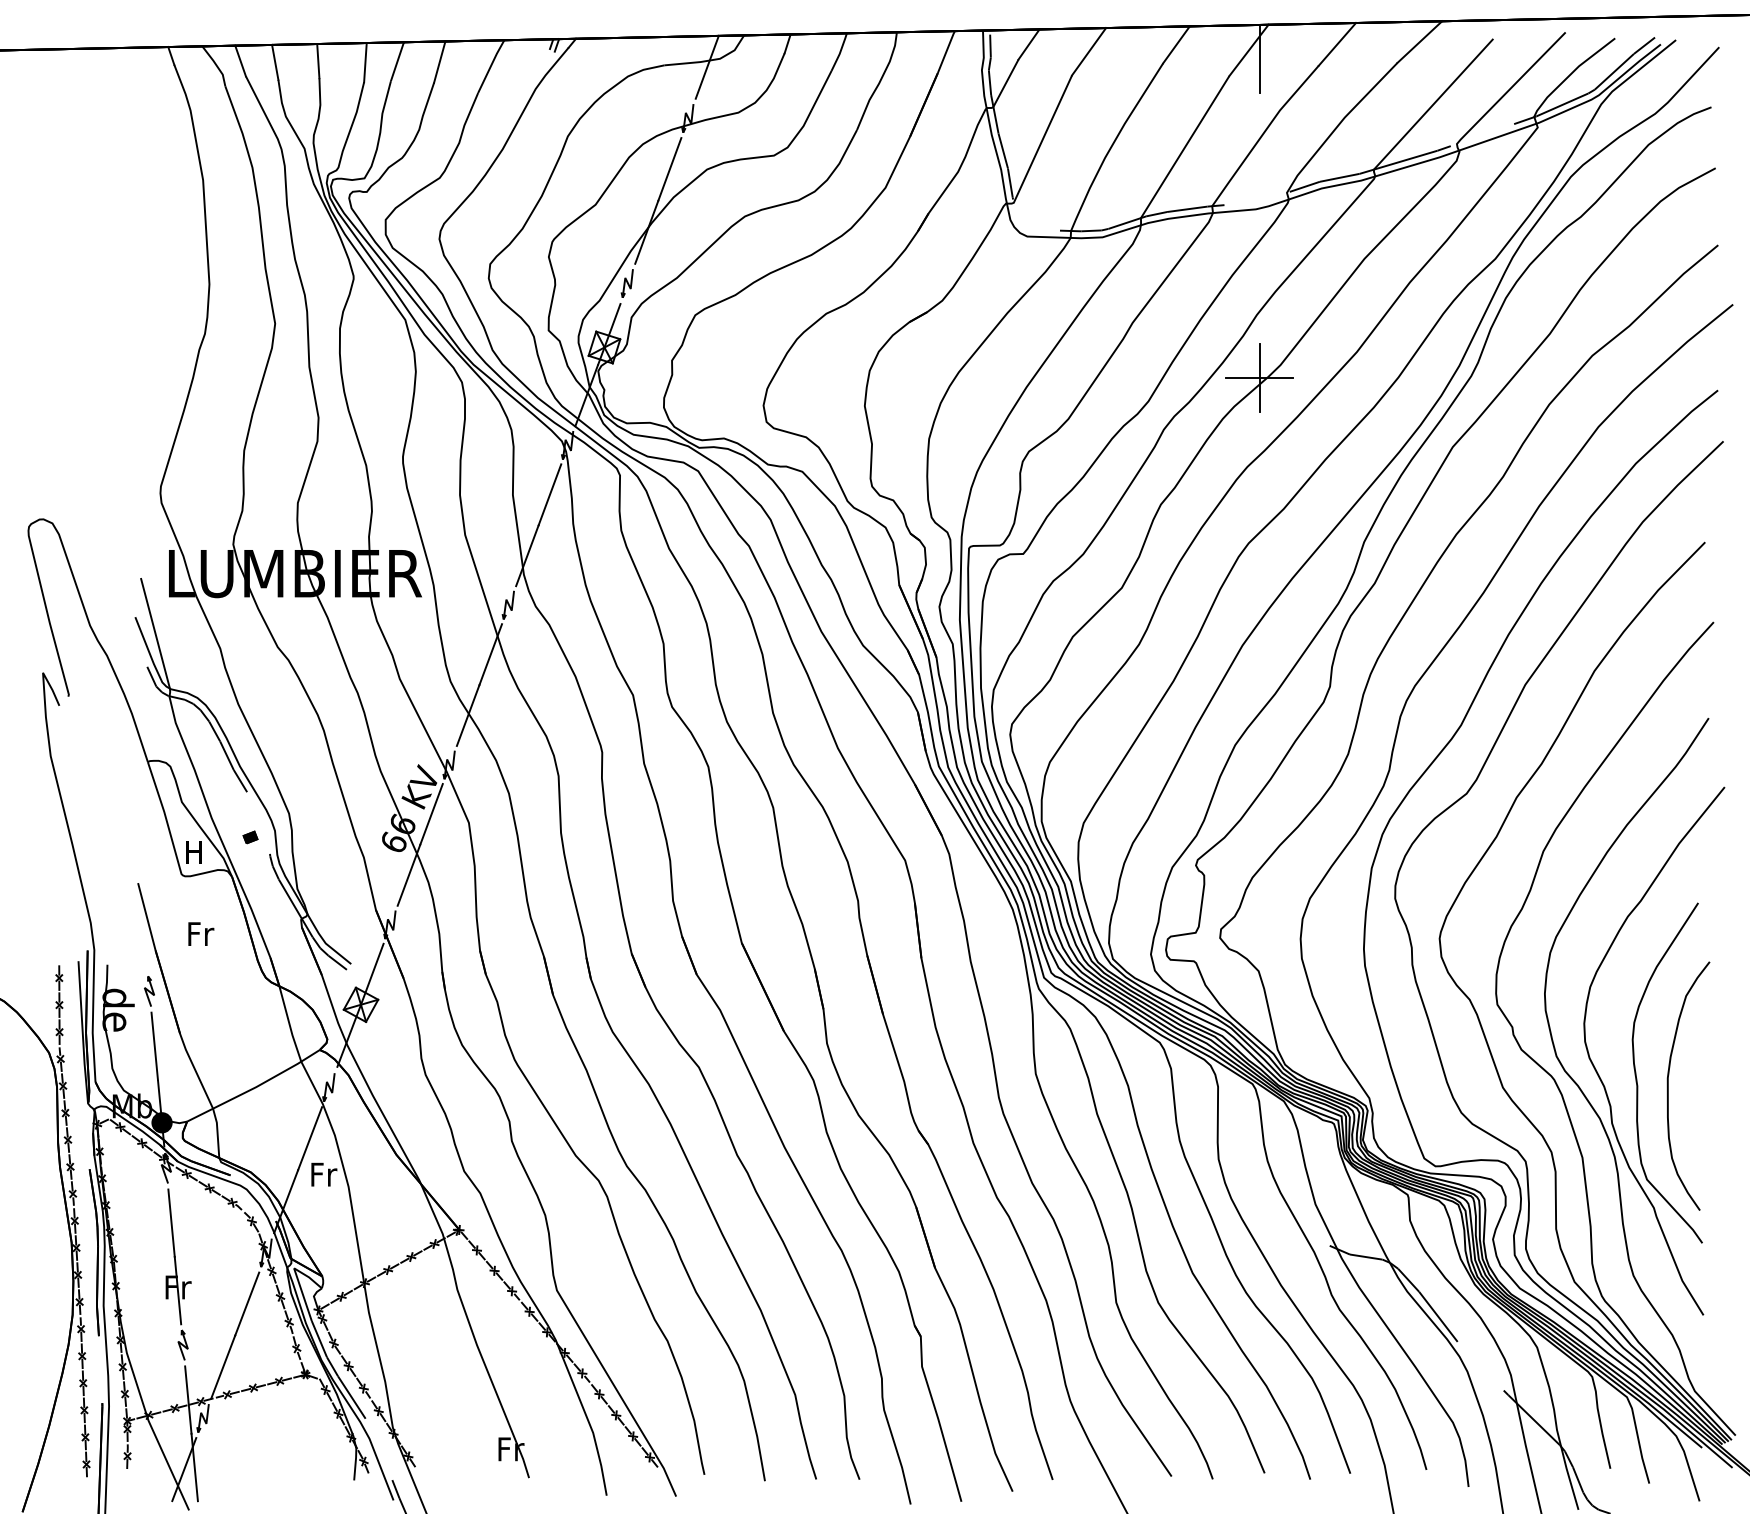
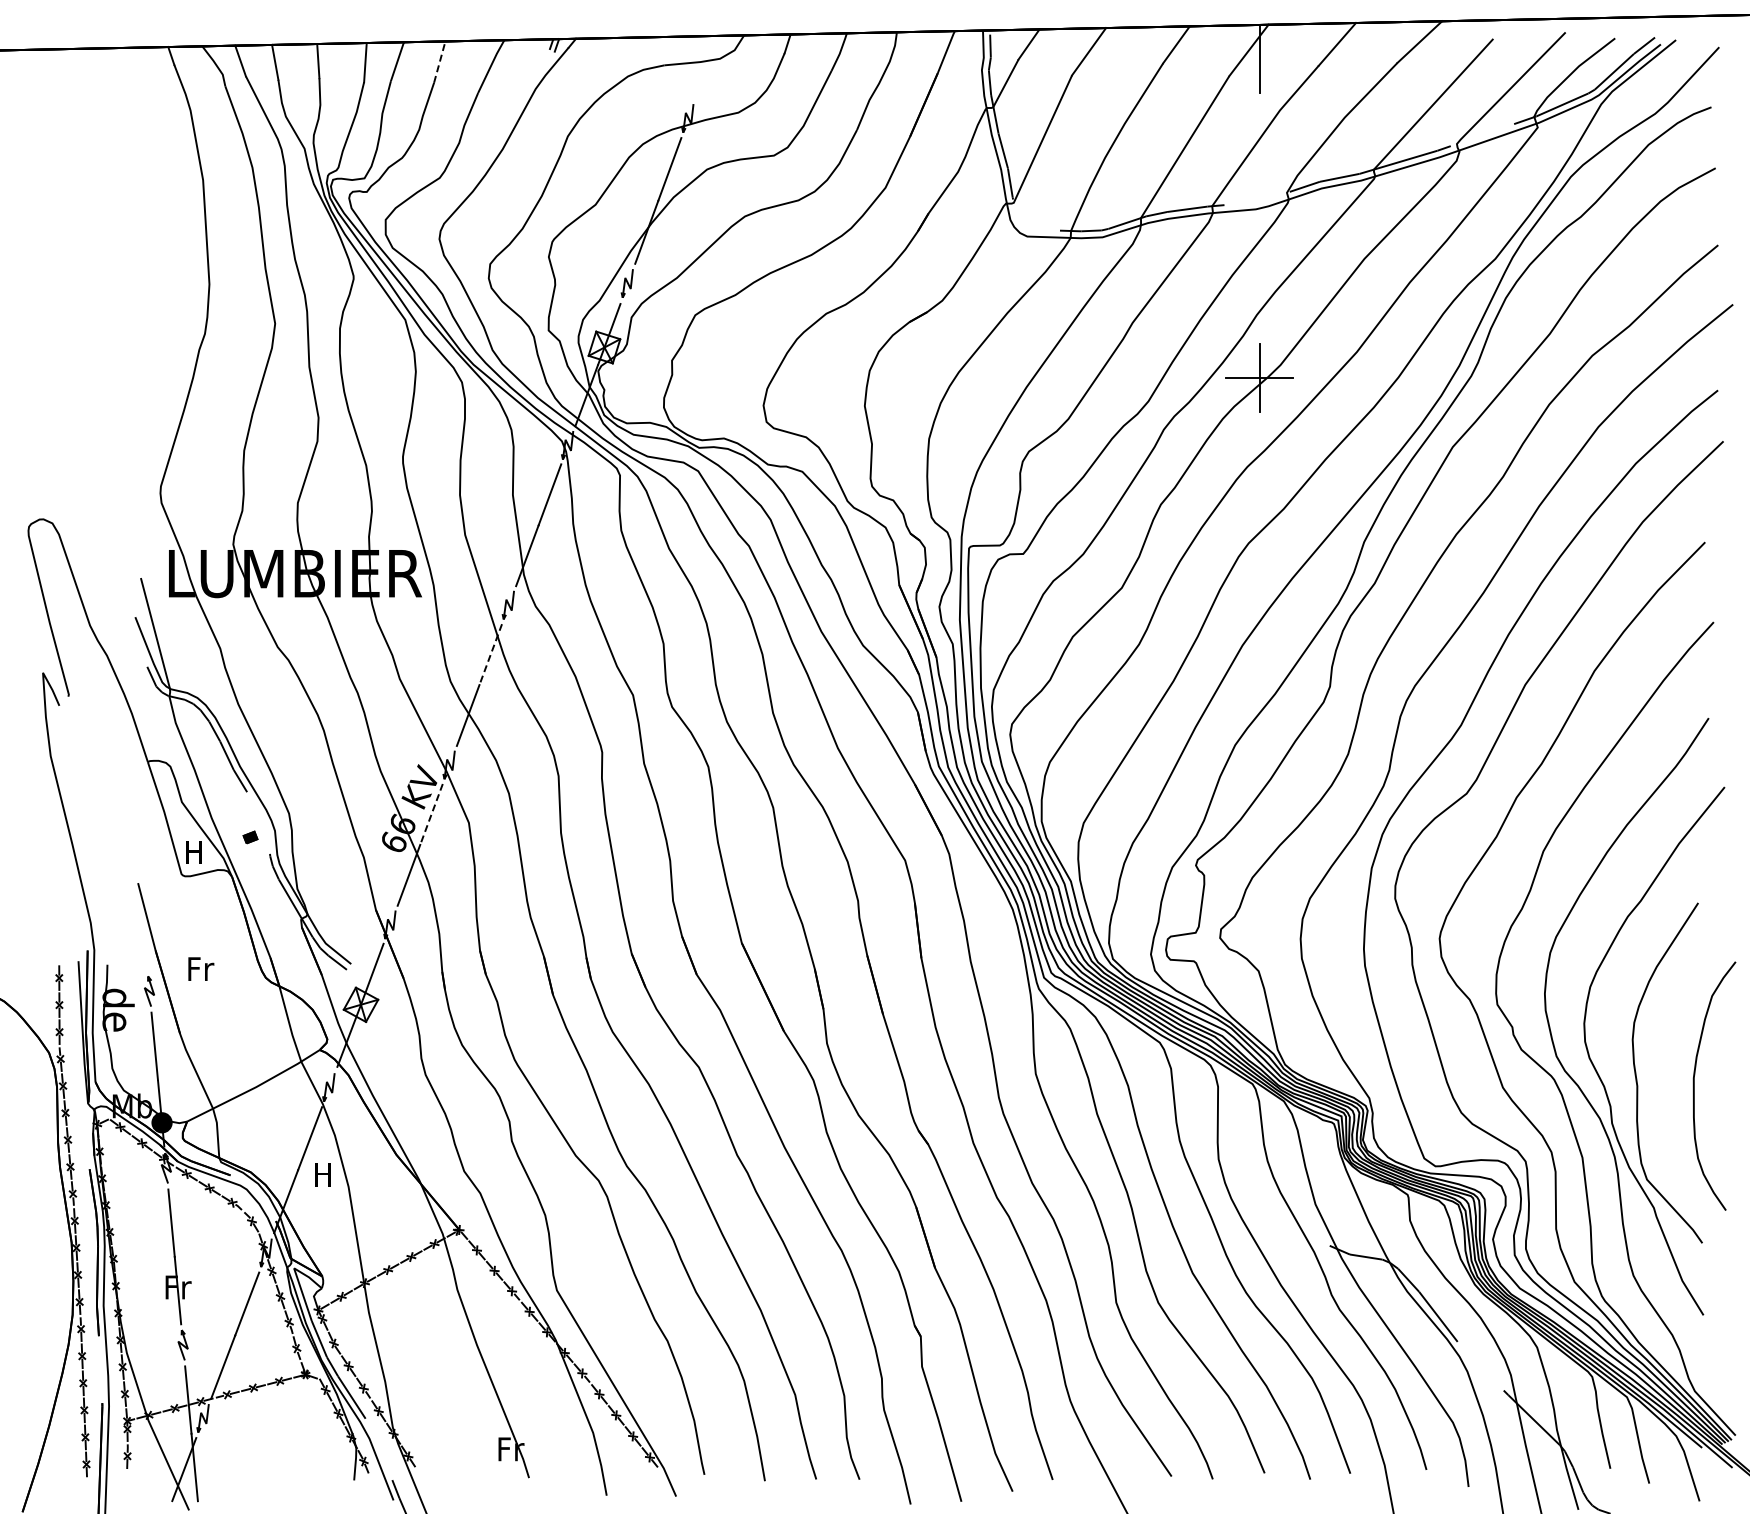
line at (439, 61): solid -> dashed
line at (706, 66): present -> none
line at (490, 655): solid -> dashed
line at (431, 814): solid -> dashed
text at (201, 933) position: (201, 933) -> (201, 968)
curve at (1668, 1085) position: (1668, 1085) -> (1694, 1085)
text at (324, 1174): Fr -> H
